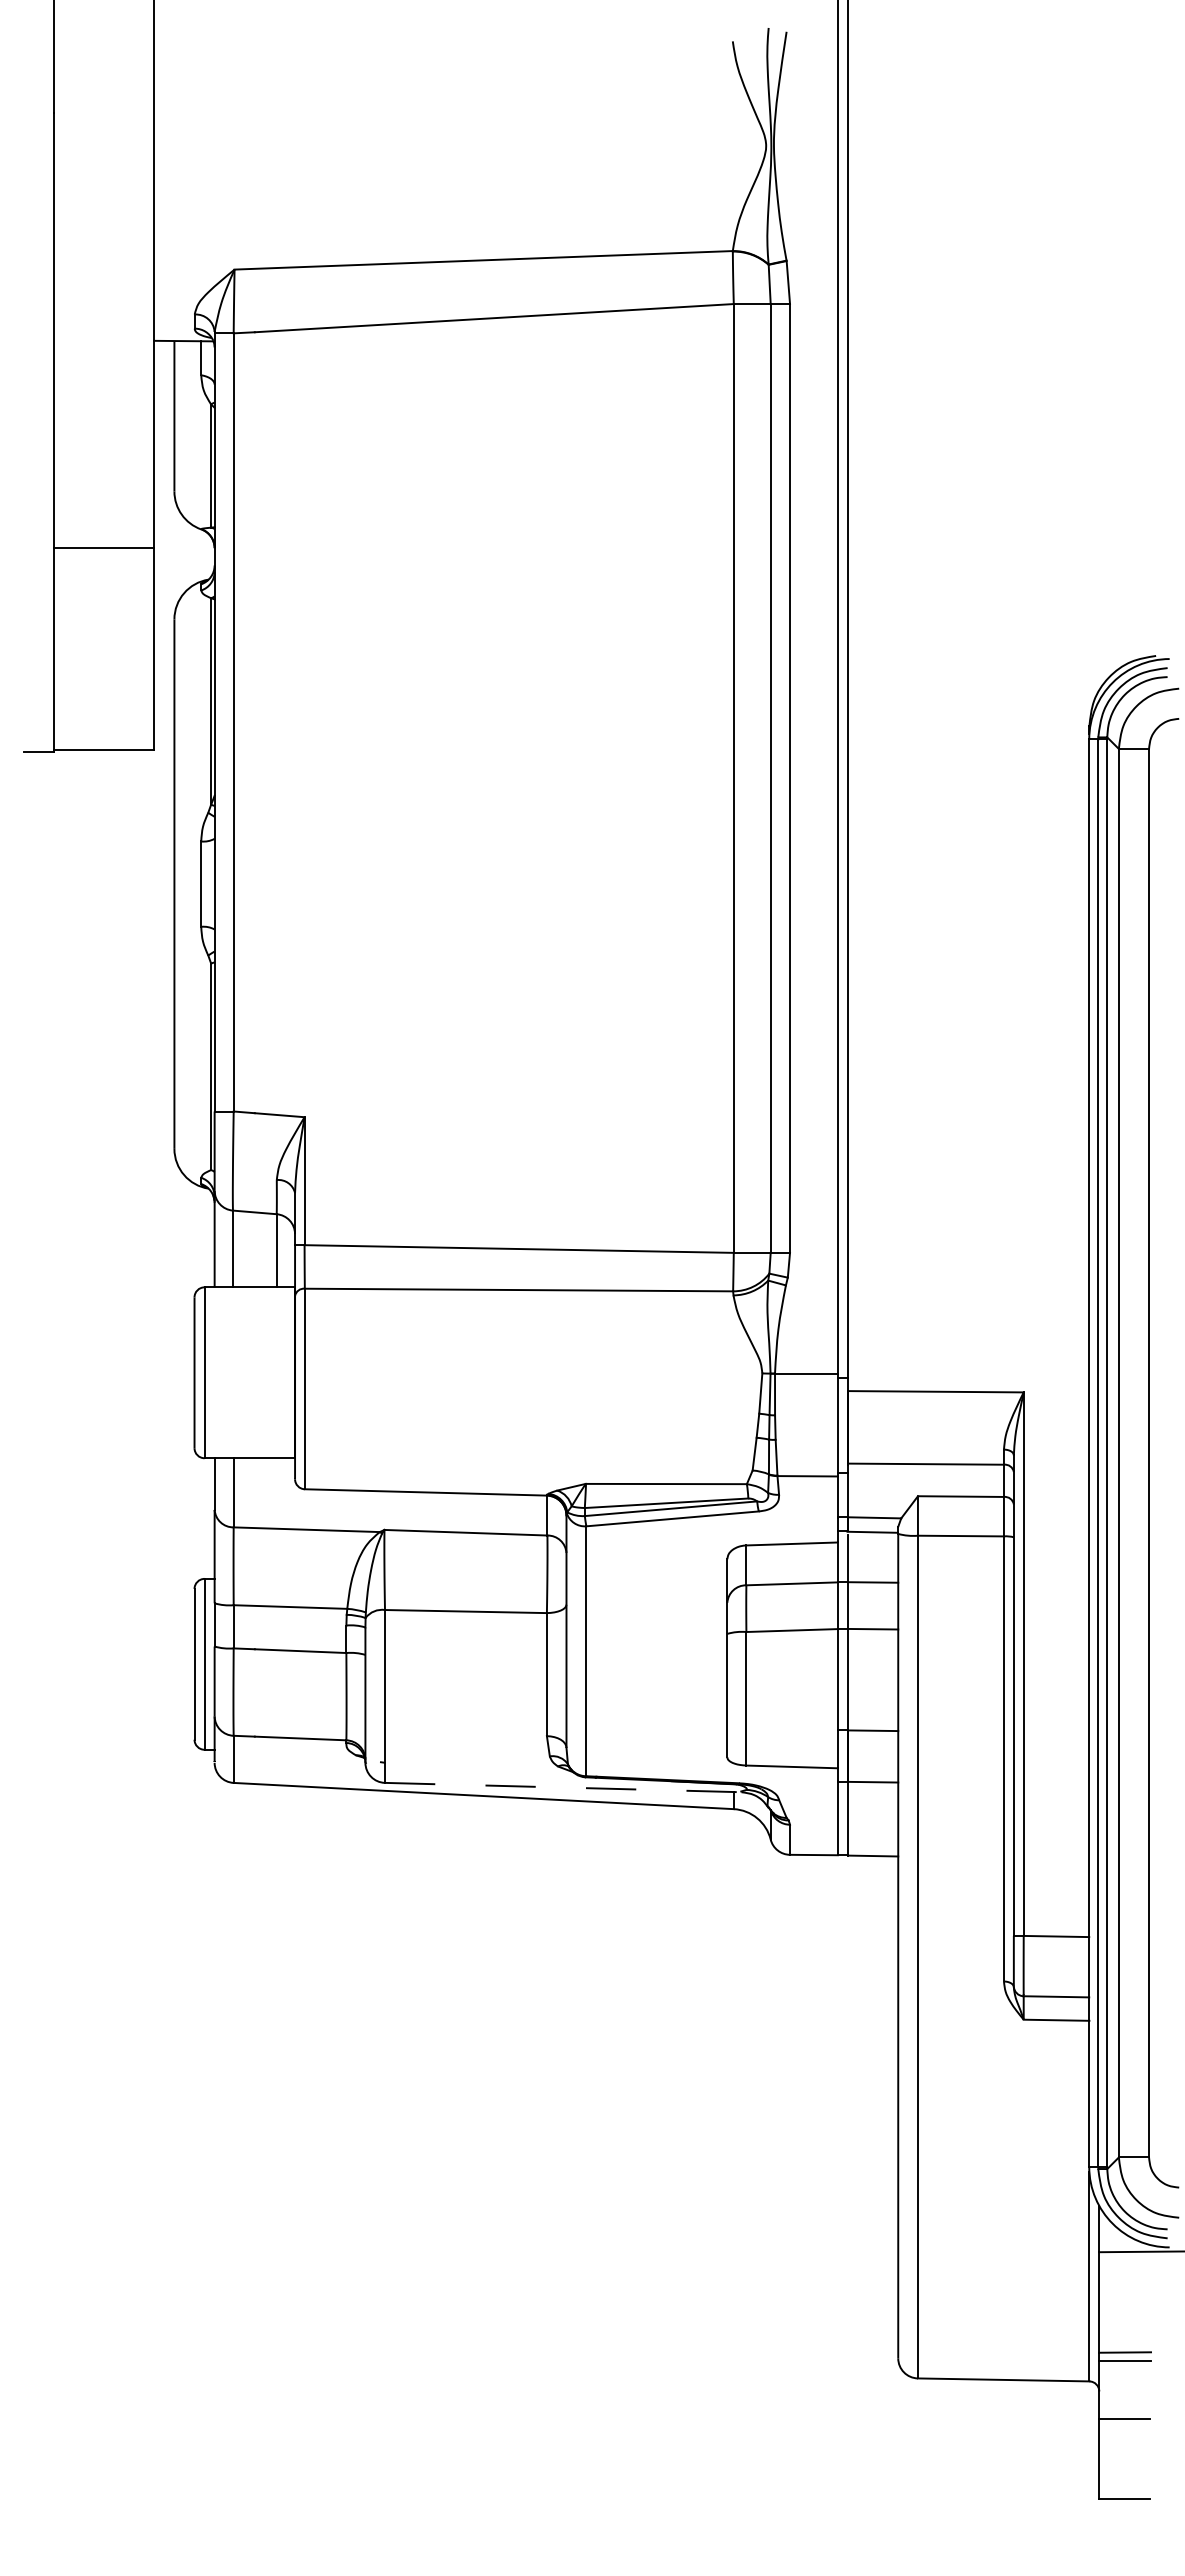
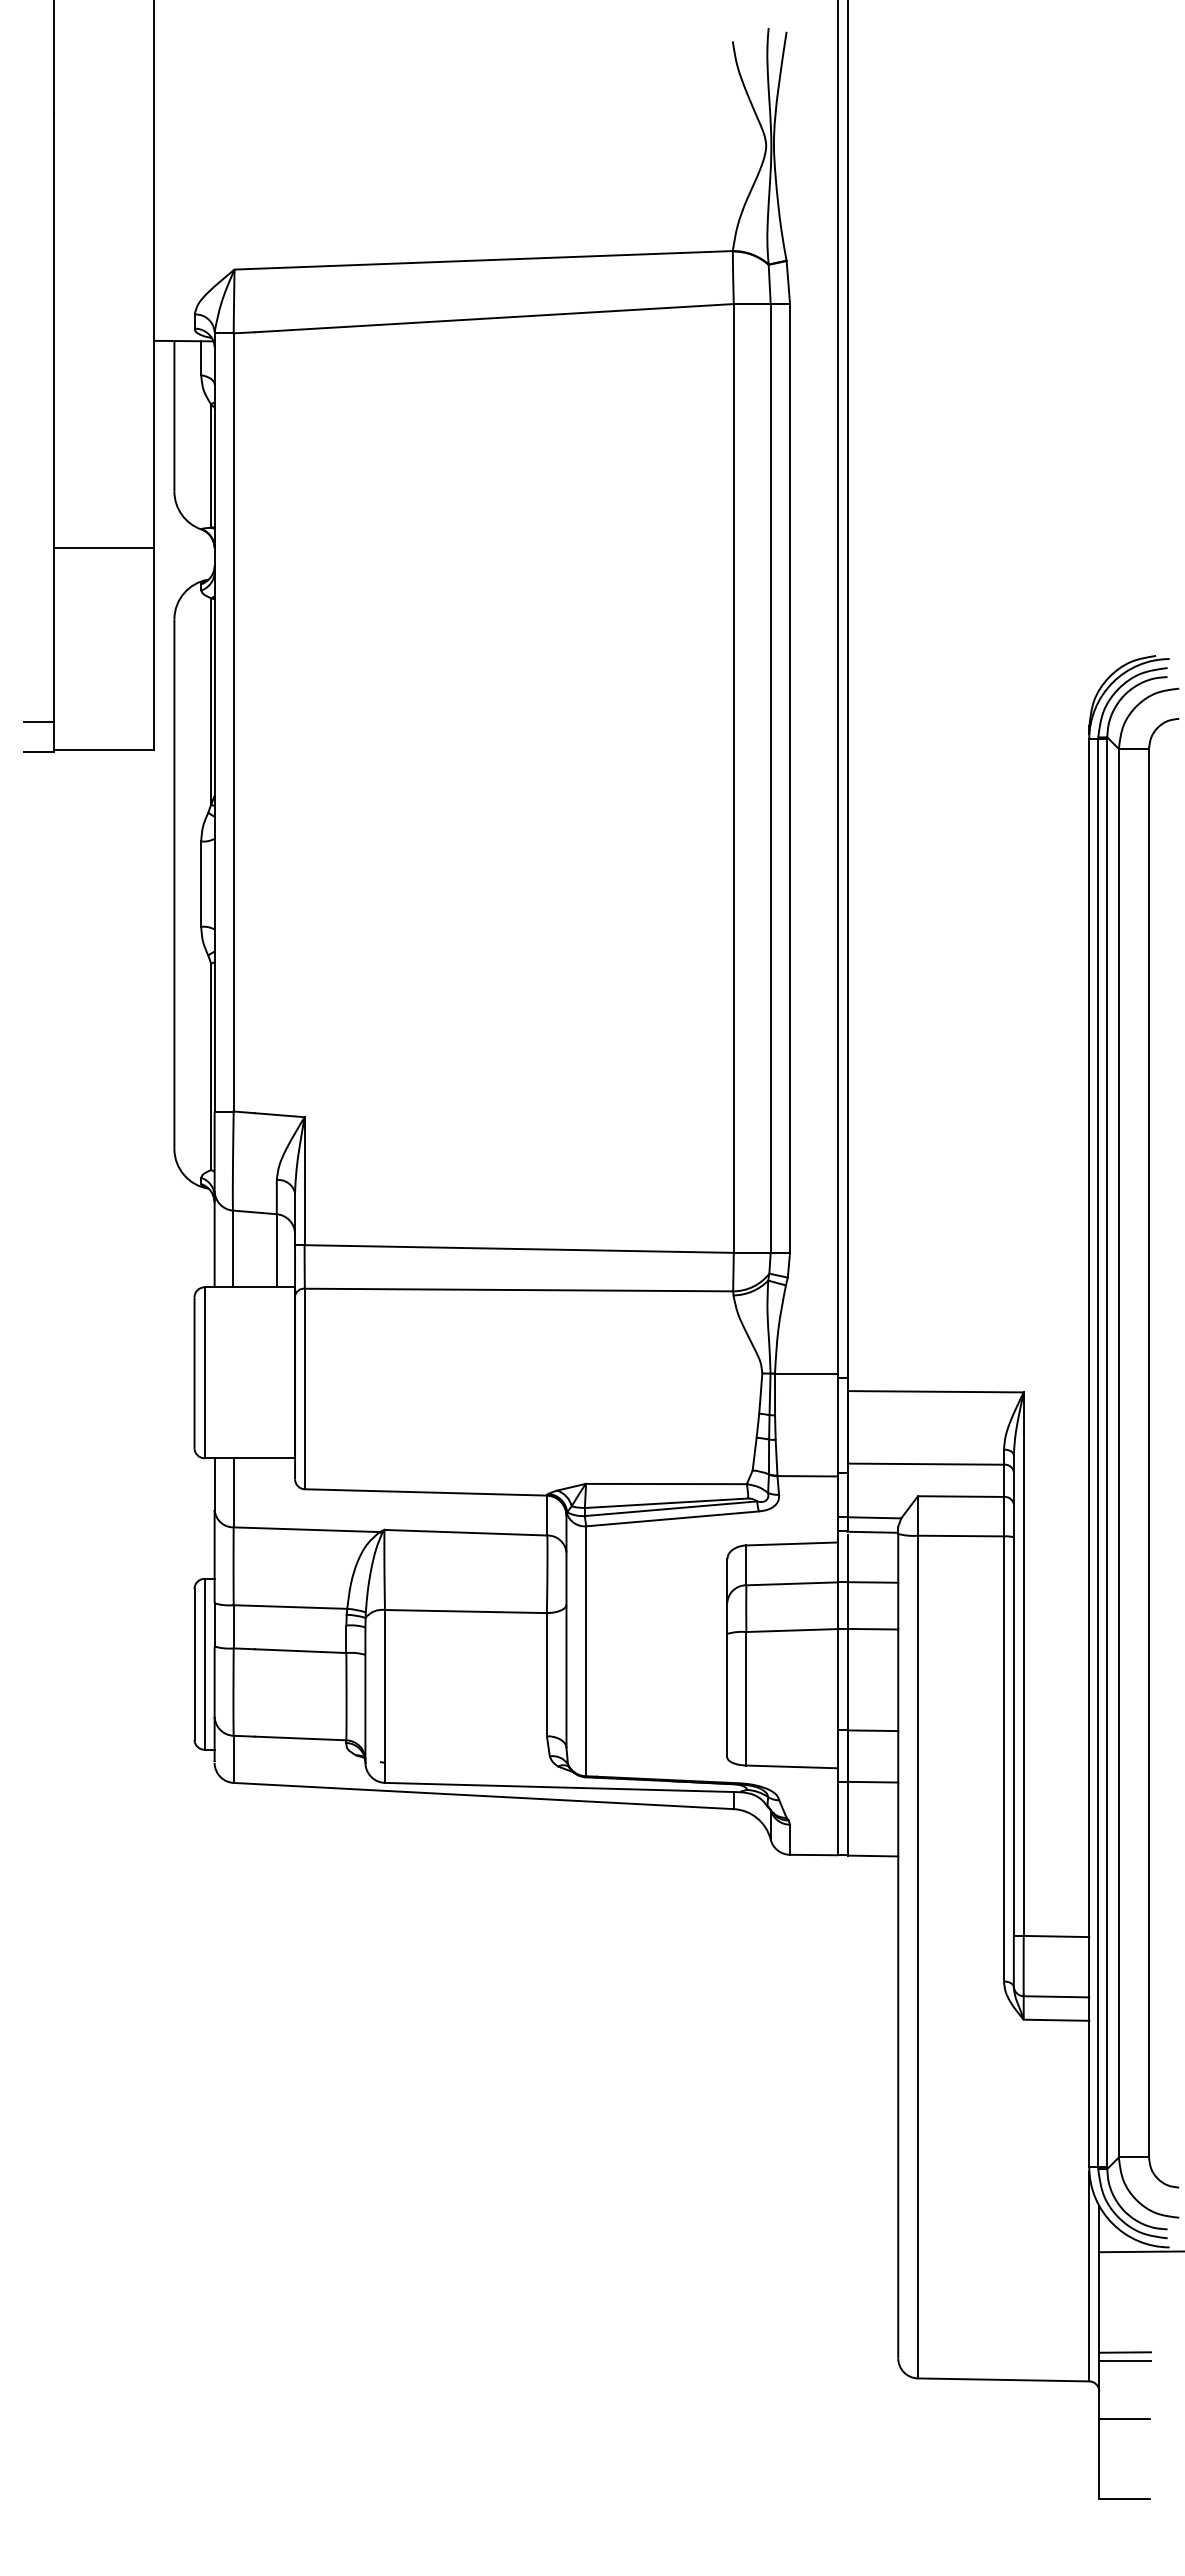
line at (38, 721): none -> present
line at (563, 1787): dashed -> solid
